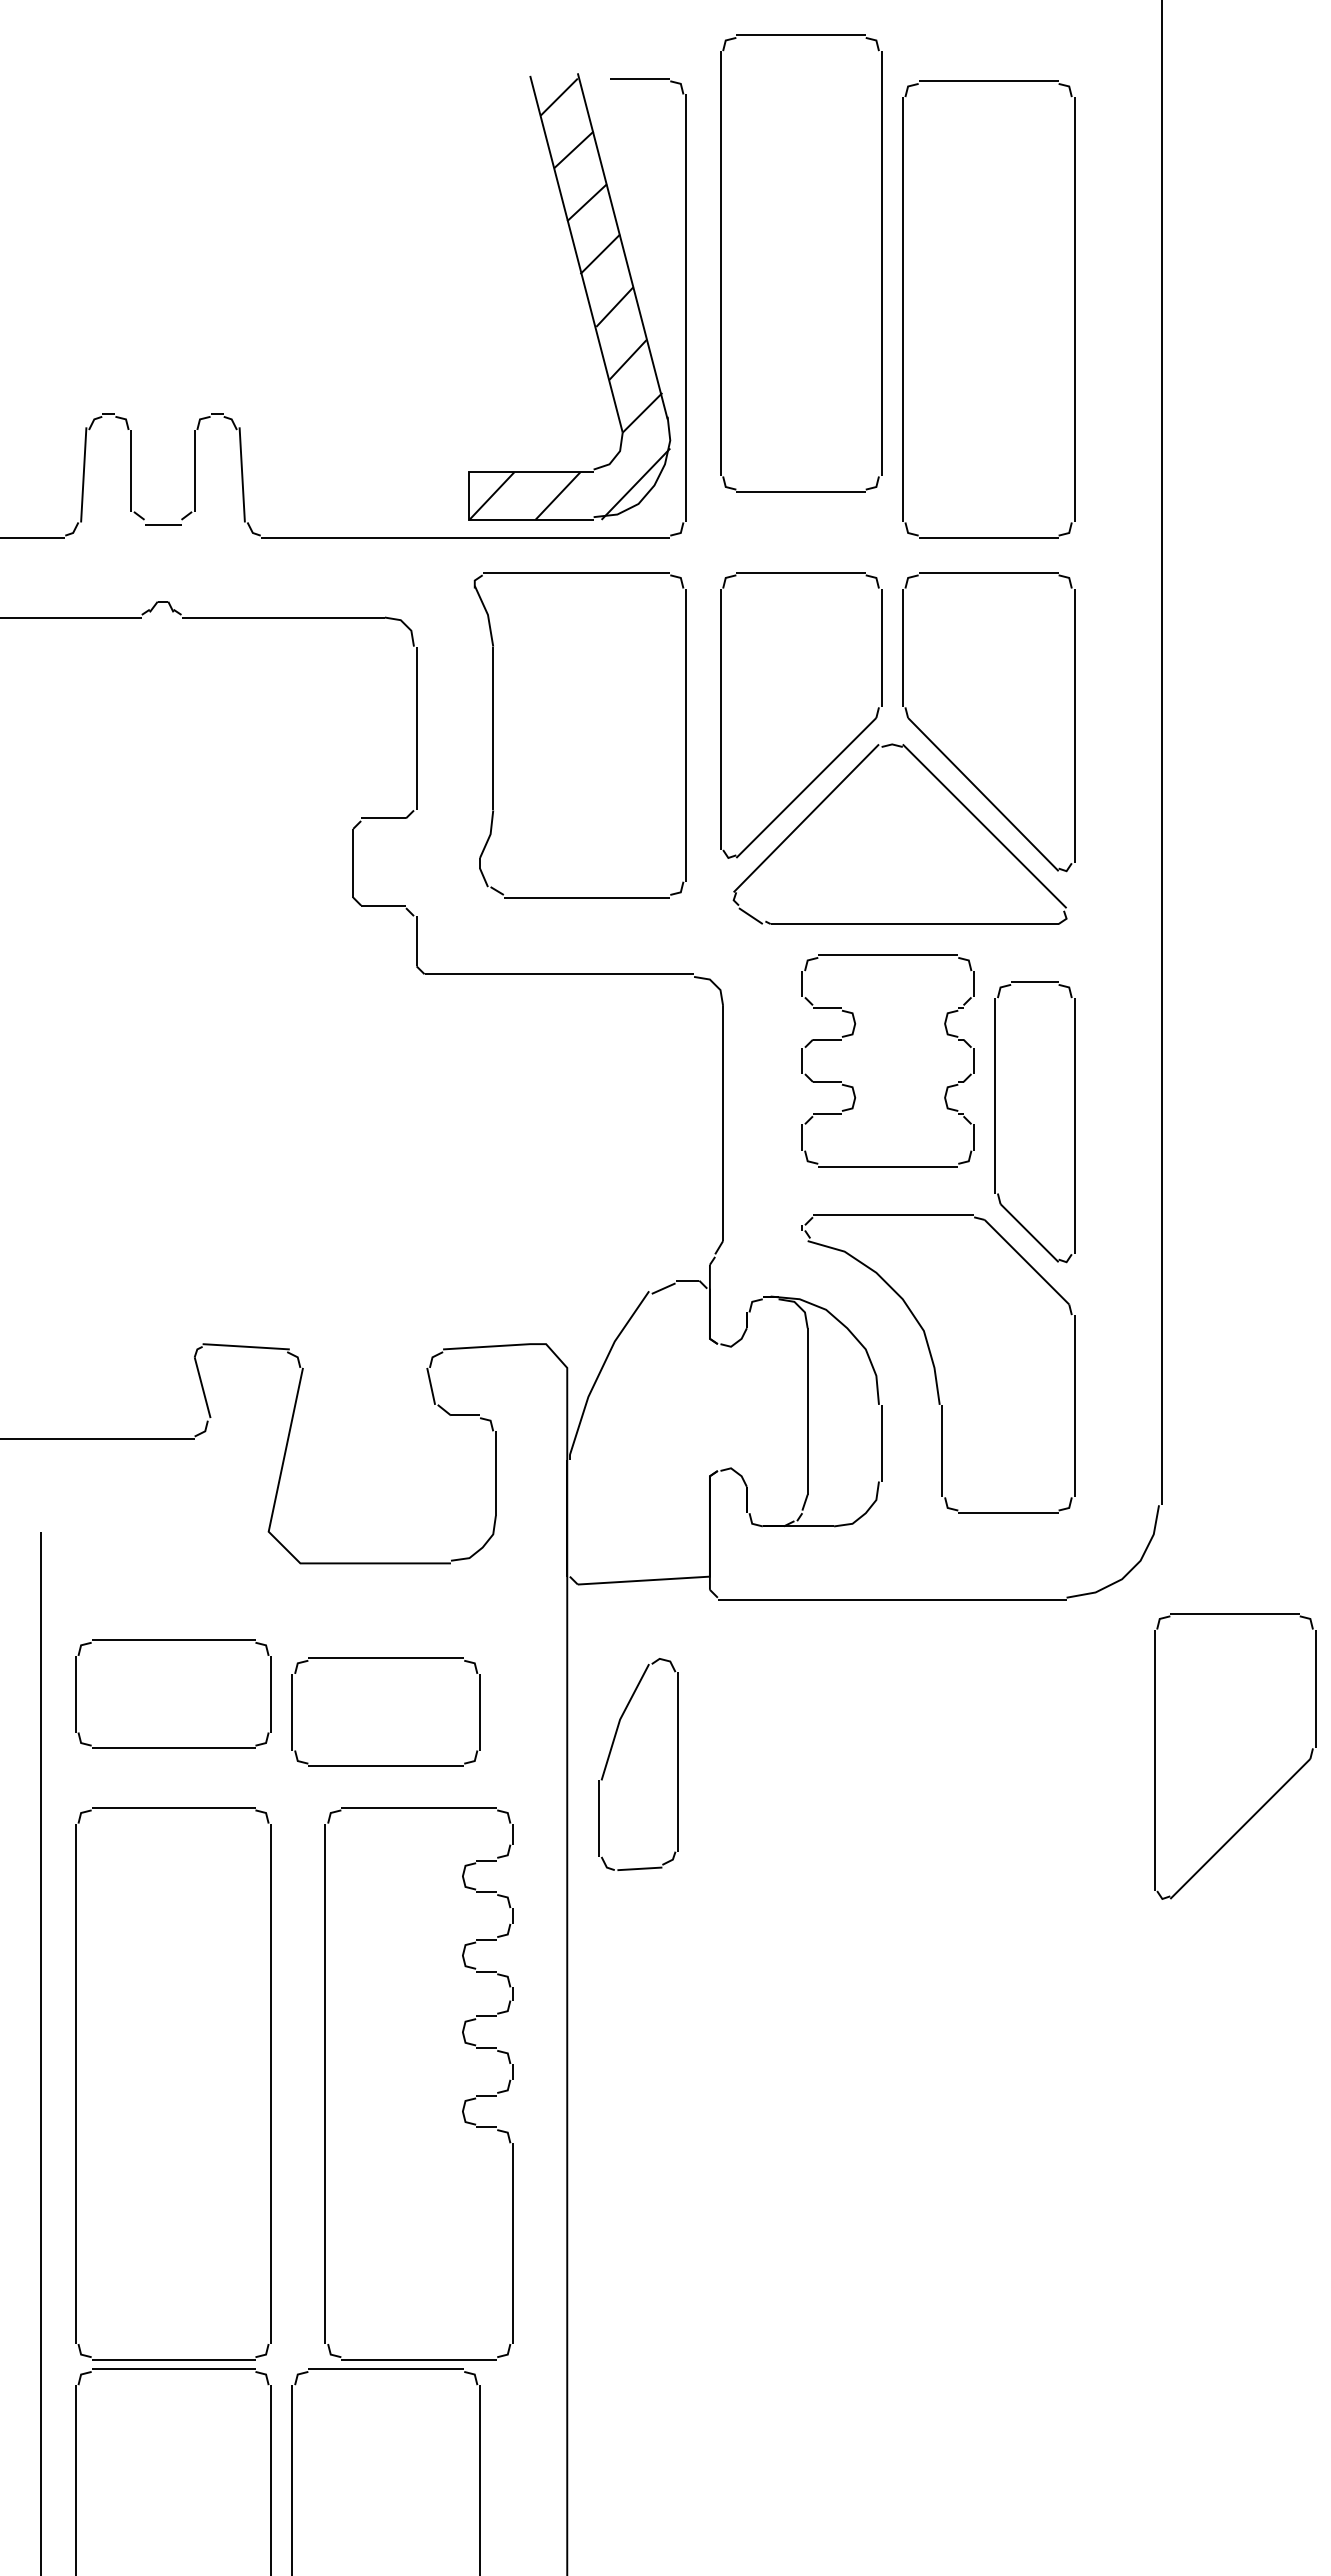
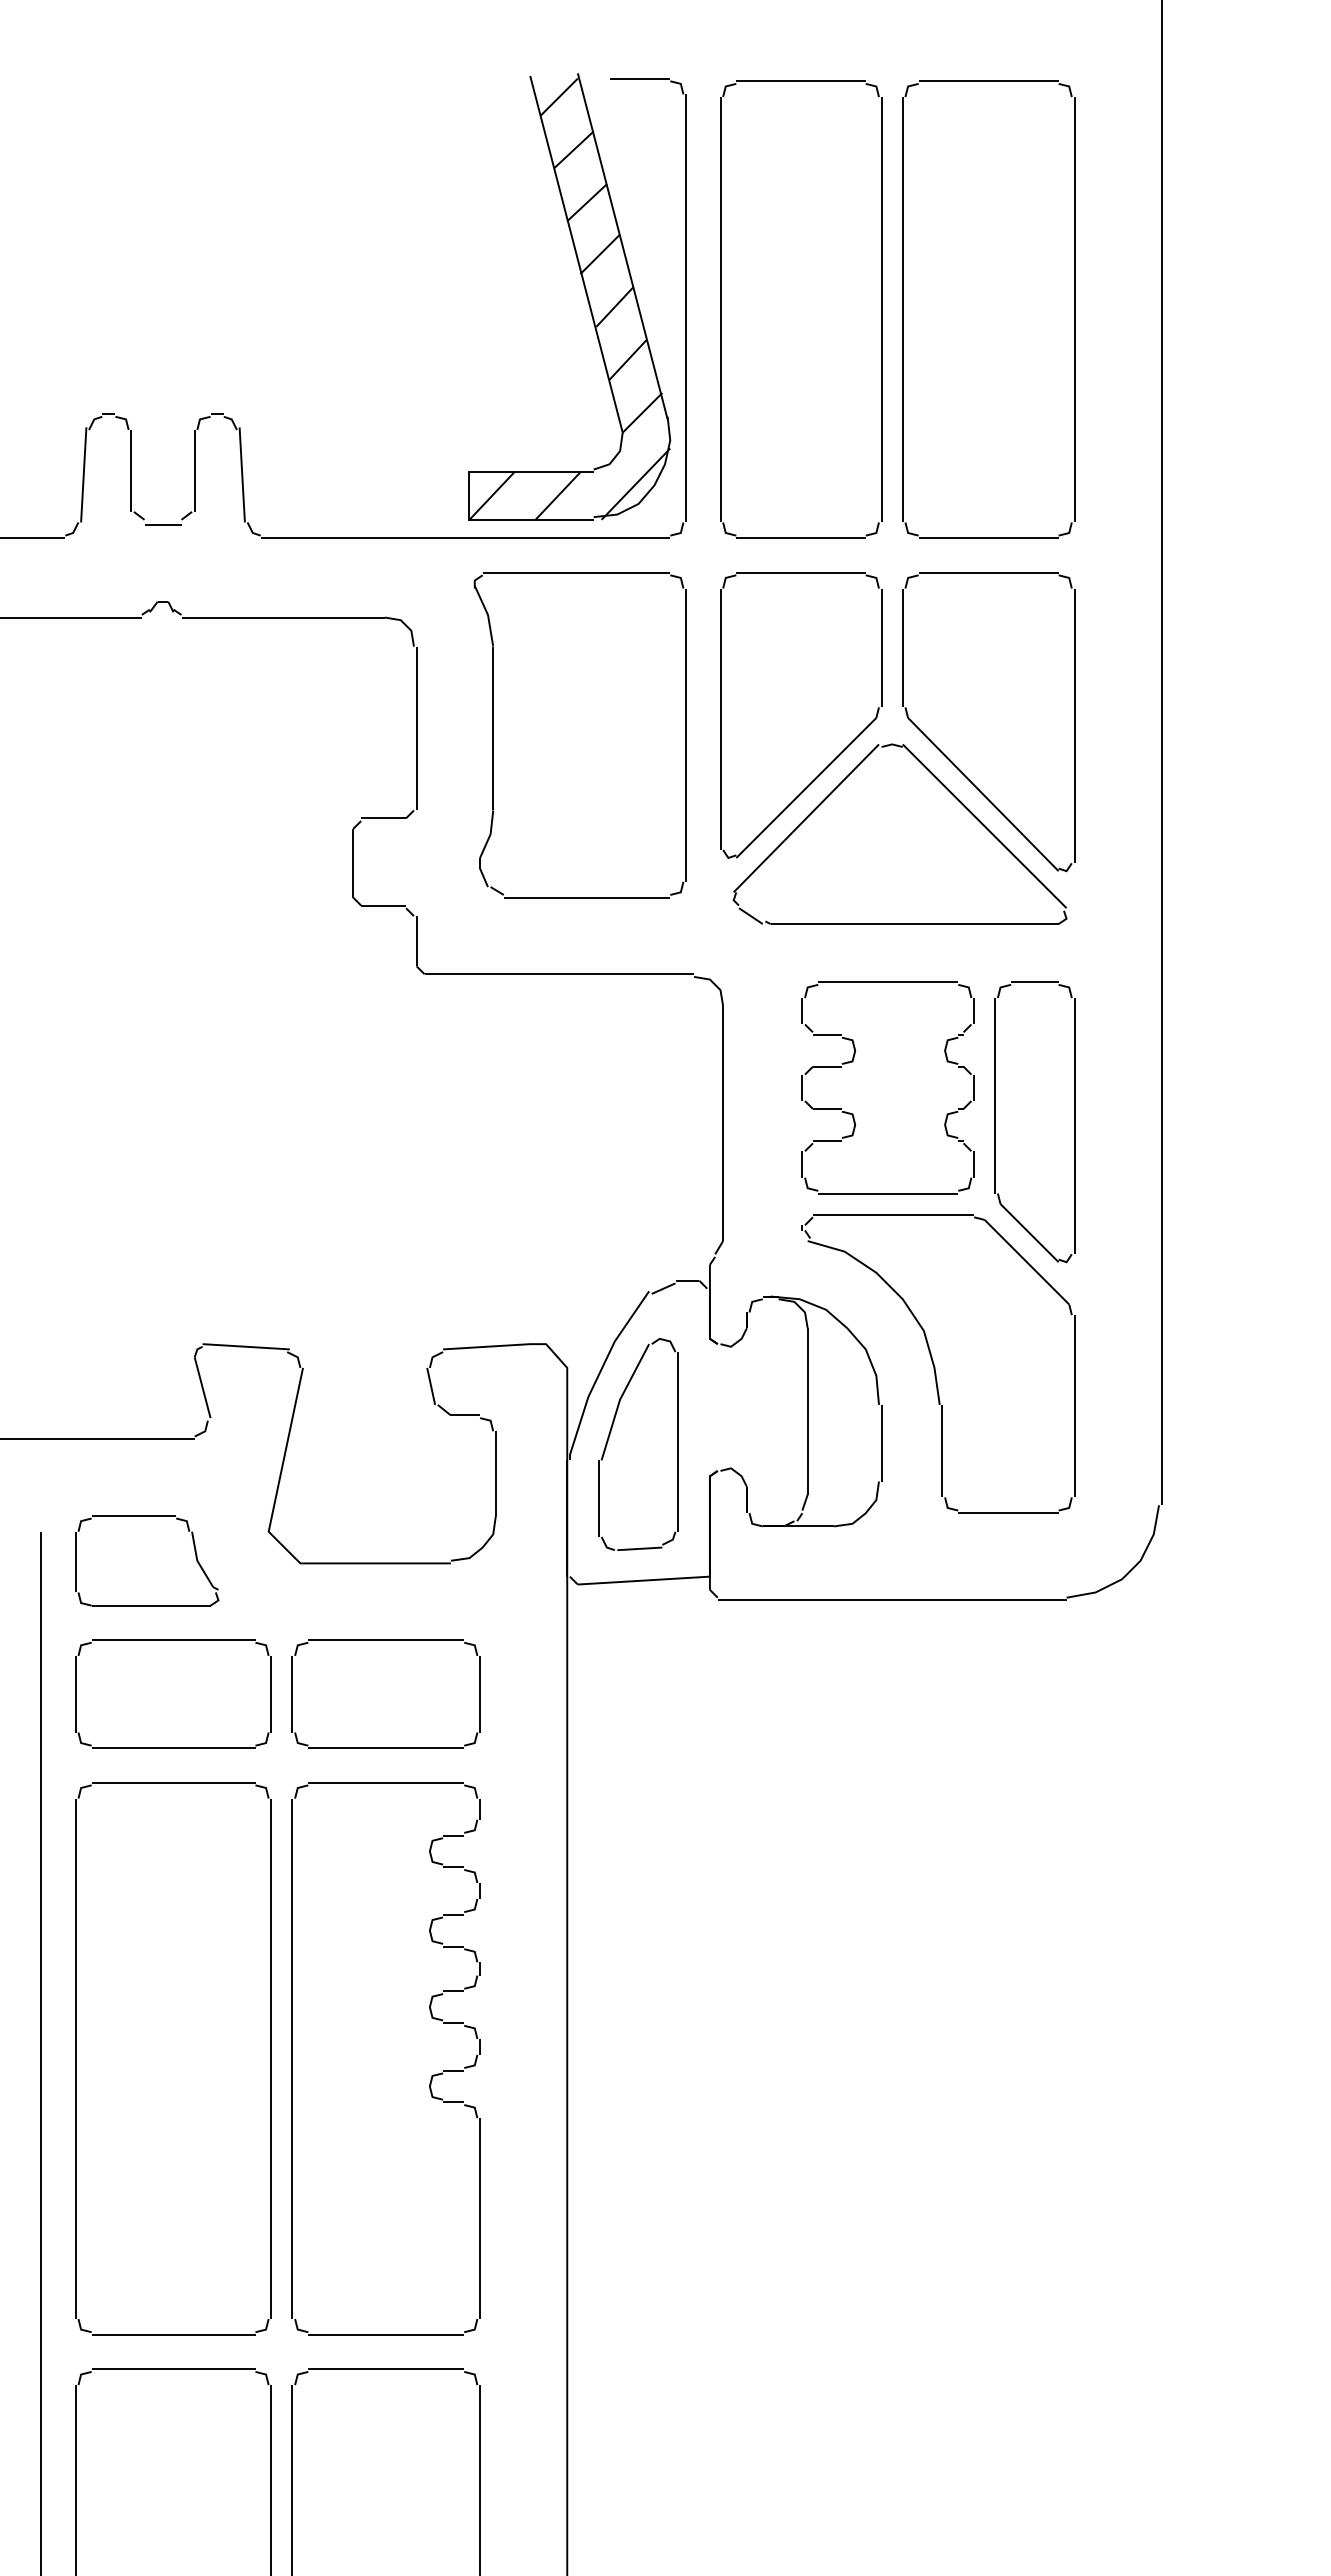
part at (721, 263) position: (721, 263) -> (721, 309)
part at (853, 1034) position: (853, 1034) -> (853, 1061)
part at (147, 1516): none -> present
part at (385, 1658) position: (385, 1658) -> (385, 1640)
part at (610, 1755) position: (610, 1755) -> (610, 1435)
part at (1273, 1794): present -> none
part at (76, 2083) position: (76, 2083) -> (76, 2058)
part at (464, 2100) position: (464, 2100) -> (431, 2075)
